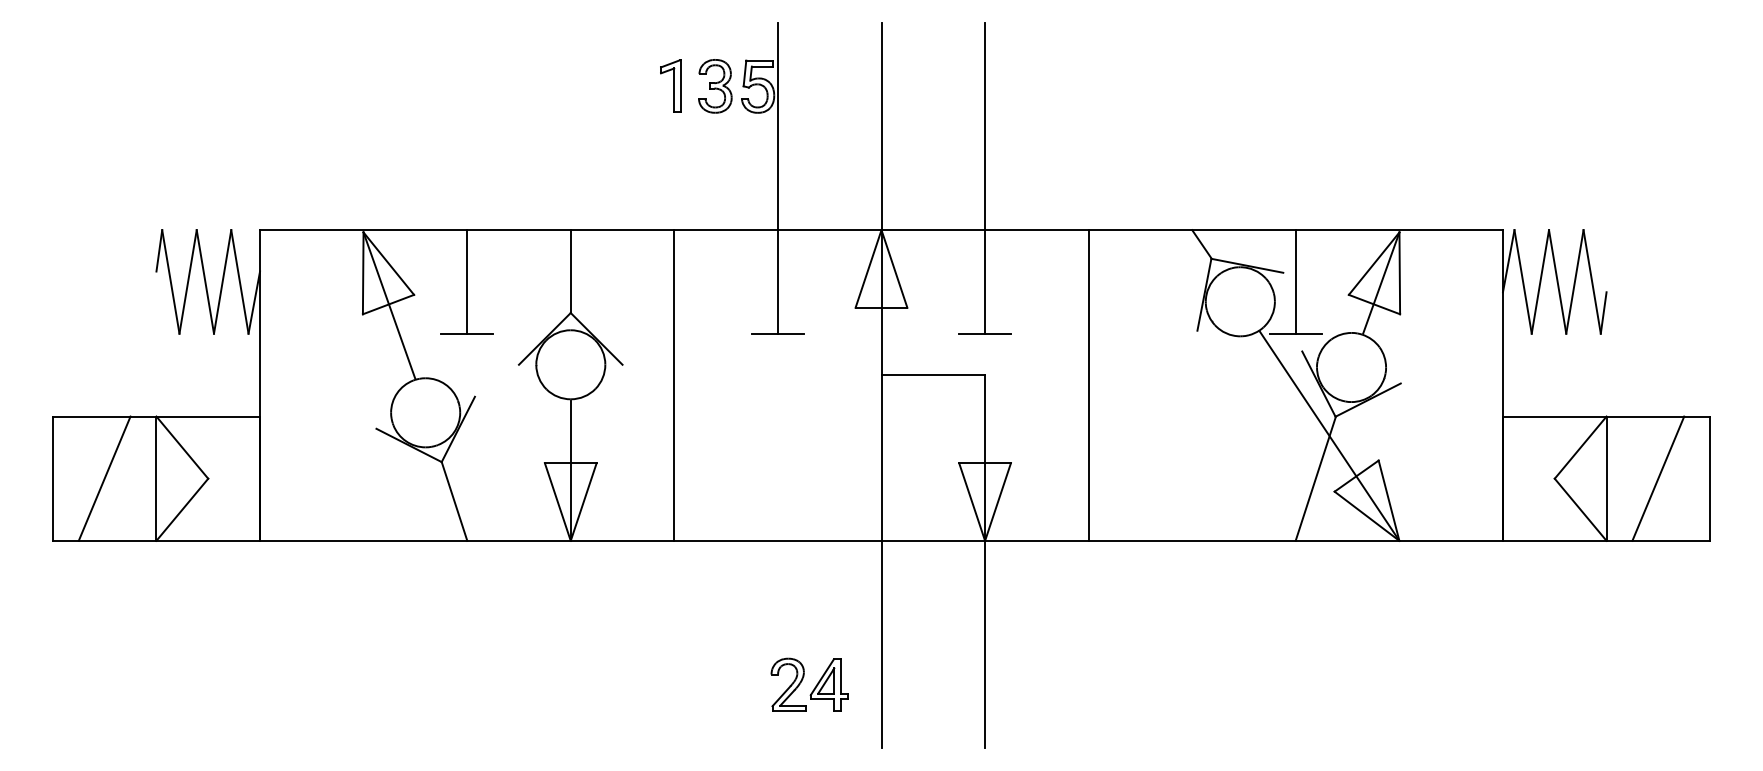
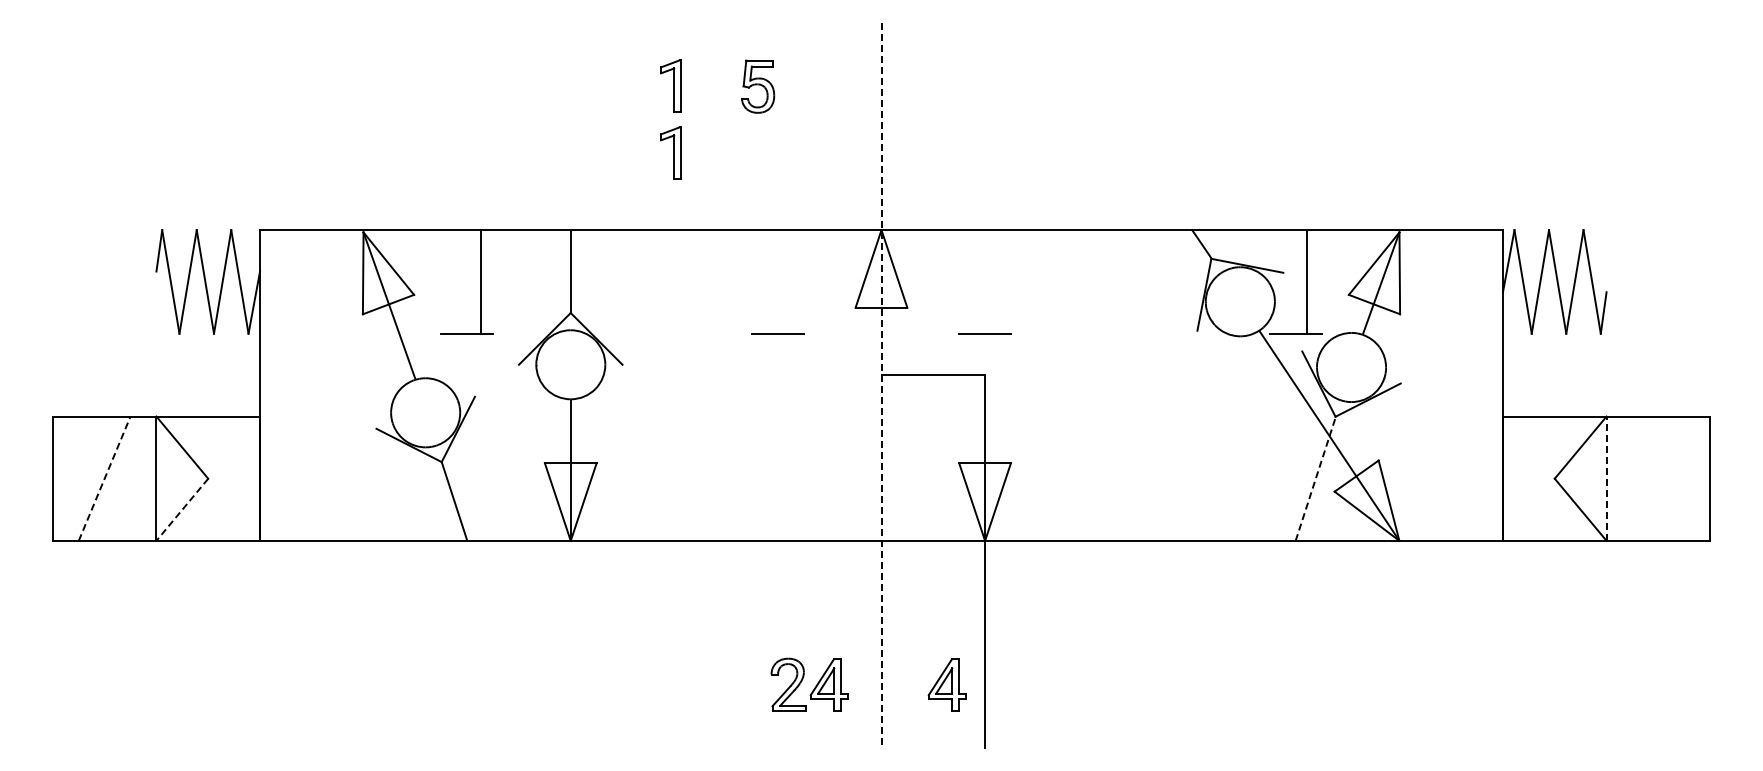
part at (715, 86): present -> none
part at (670, 152): none -> present
line at (777, 177): present -> none
line at (985, 177): present -> none
line at (467, 281) position: (467, 281) -> (481, 281)
line at (1295, 281) position: (1295, 281) -> (1306, 281)
line at (674, 385): present -> none
line at (881, 385): solid -> dashed
line at (1088, 385): present -> none
line at (104, 478): solid -> dashed
line at (1315, 478): solid -> dashed
line at (1606, 478): solid -> dashed
line at (1658, 478): present -> none
line at (182, 510): solid -> dashed
part at (946, 684): none -> present
